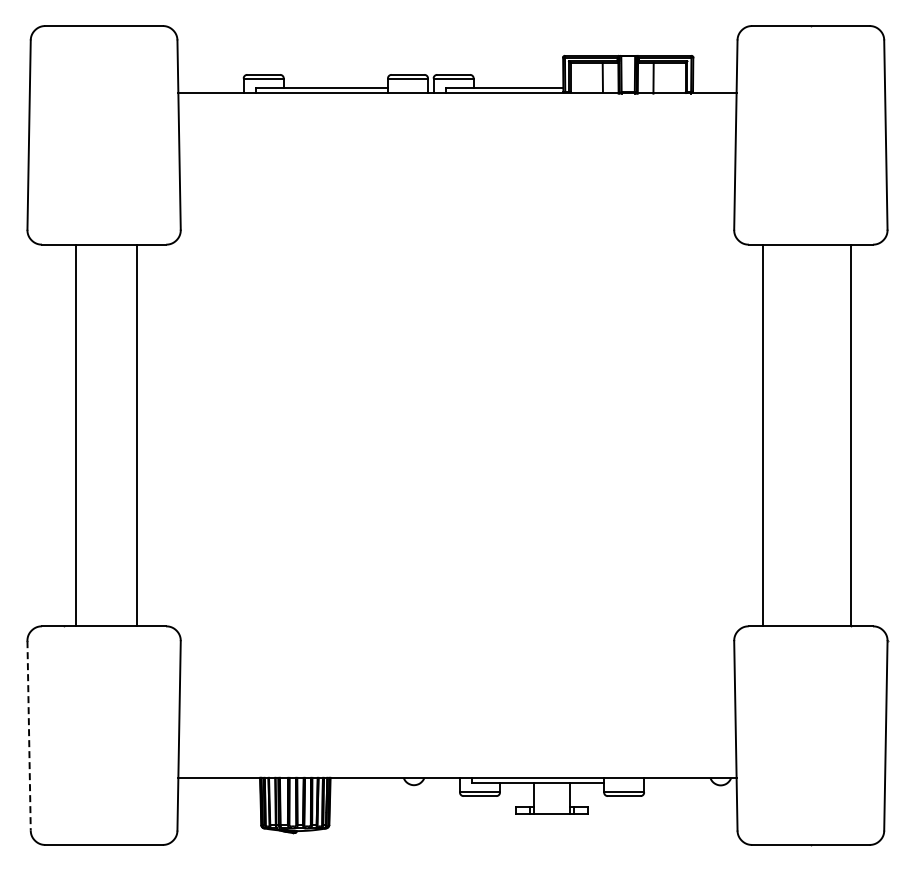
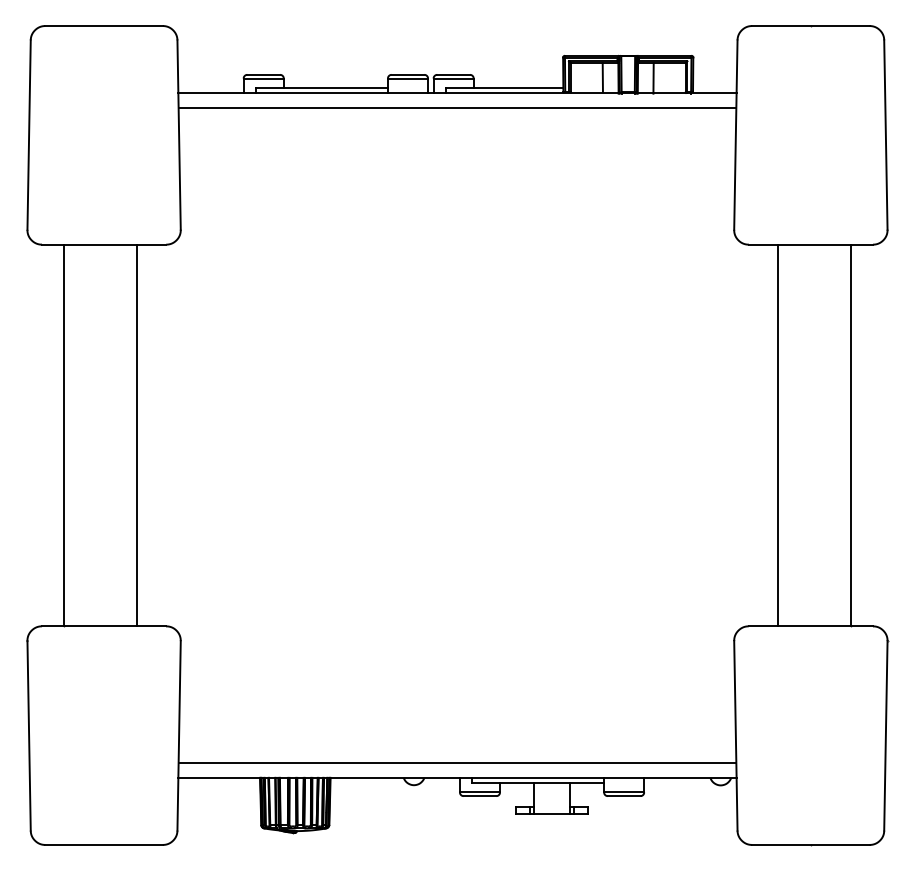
line at (457, 107): none -> present
line at (76, 435) position: (76, 435) -> (64, 435)
line at (762, 435) position: (762, 435) -> (777, 435)
line at (29, 735): dashed -> solid
line at (457, 763): none -> present
